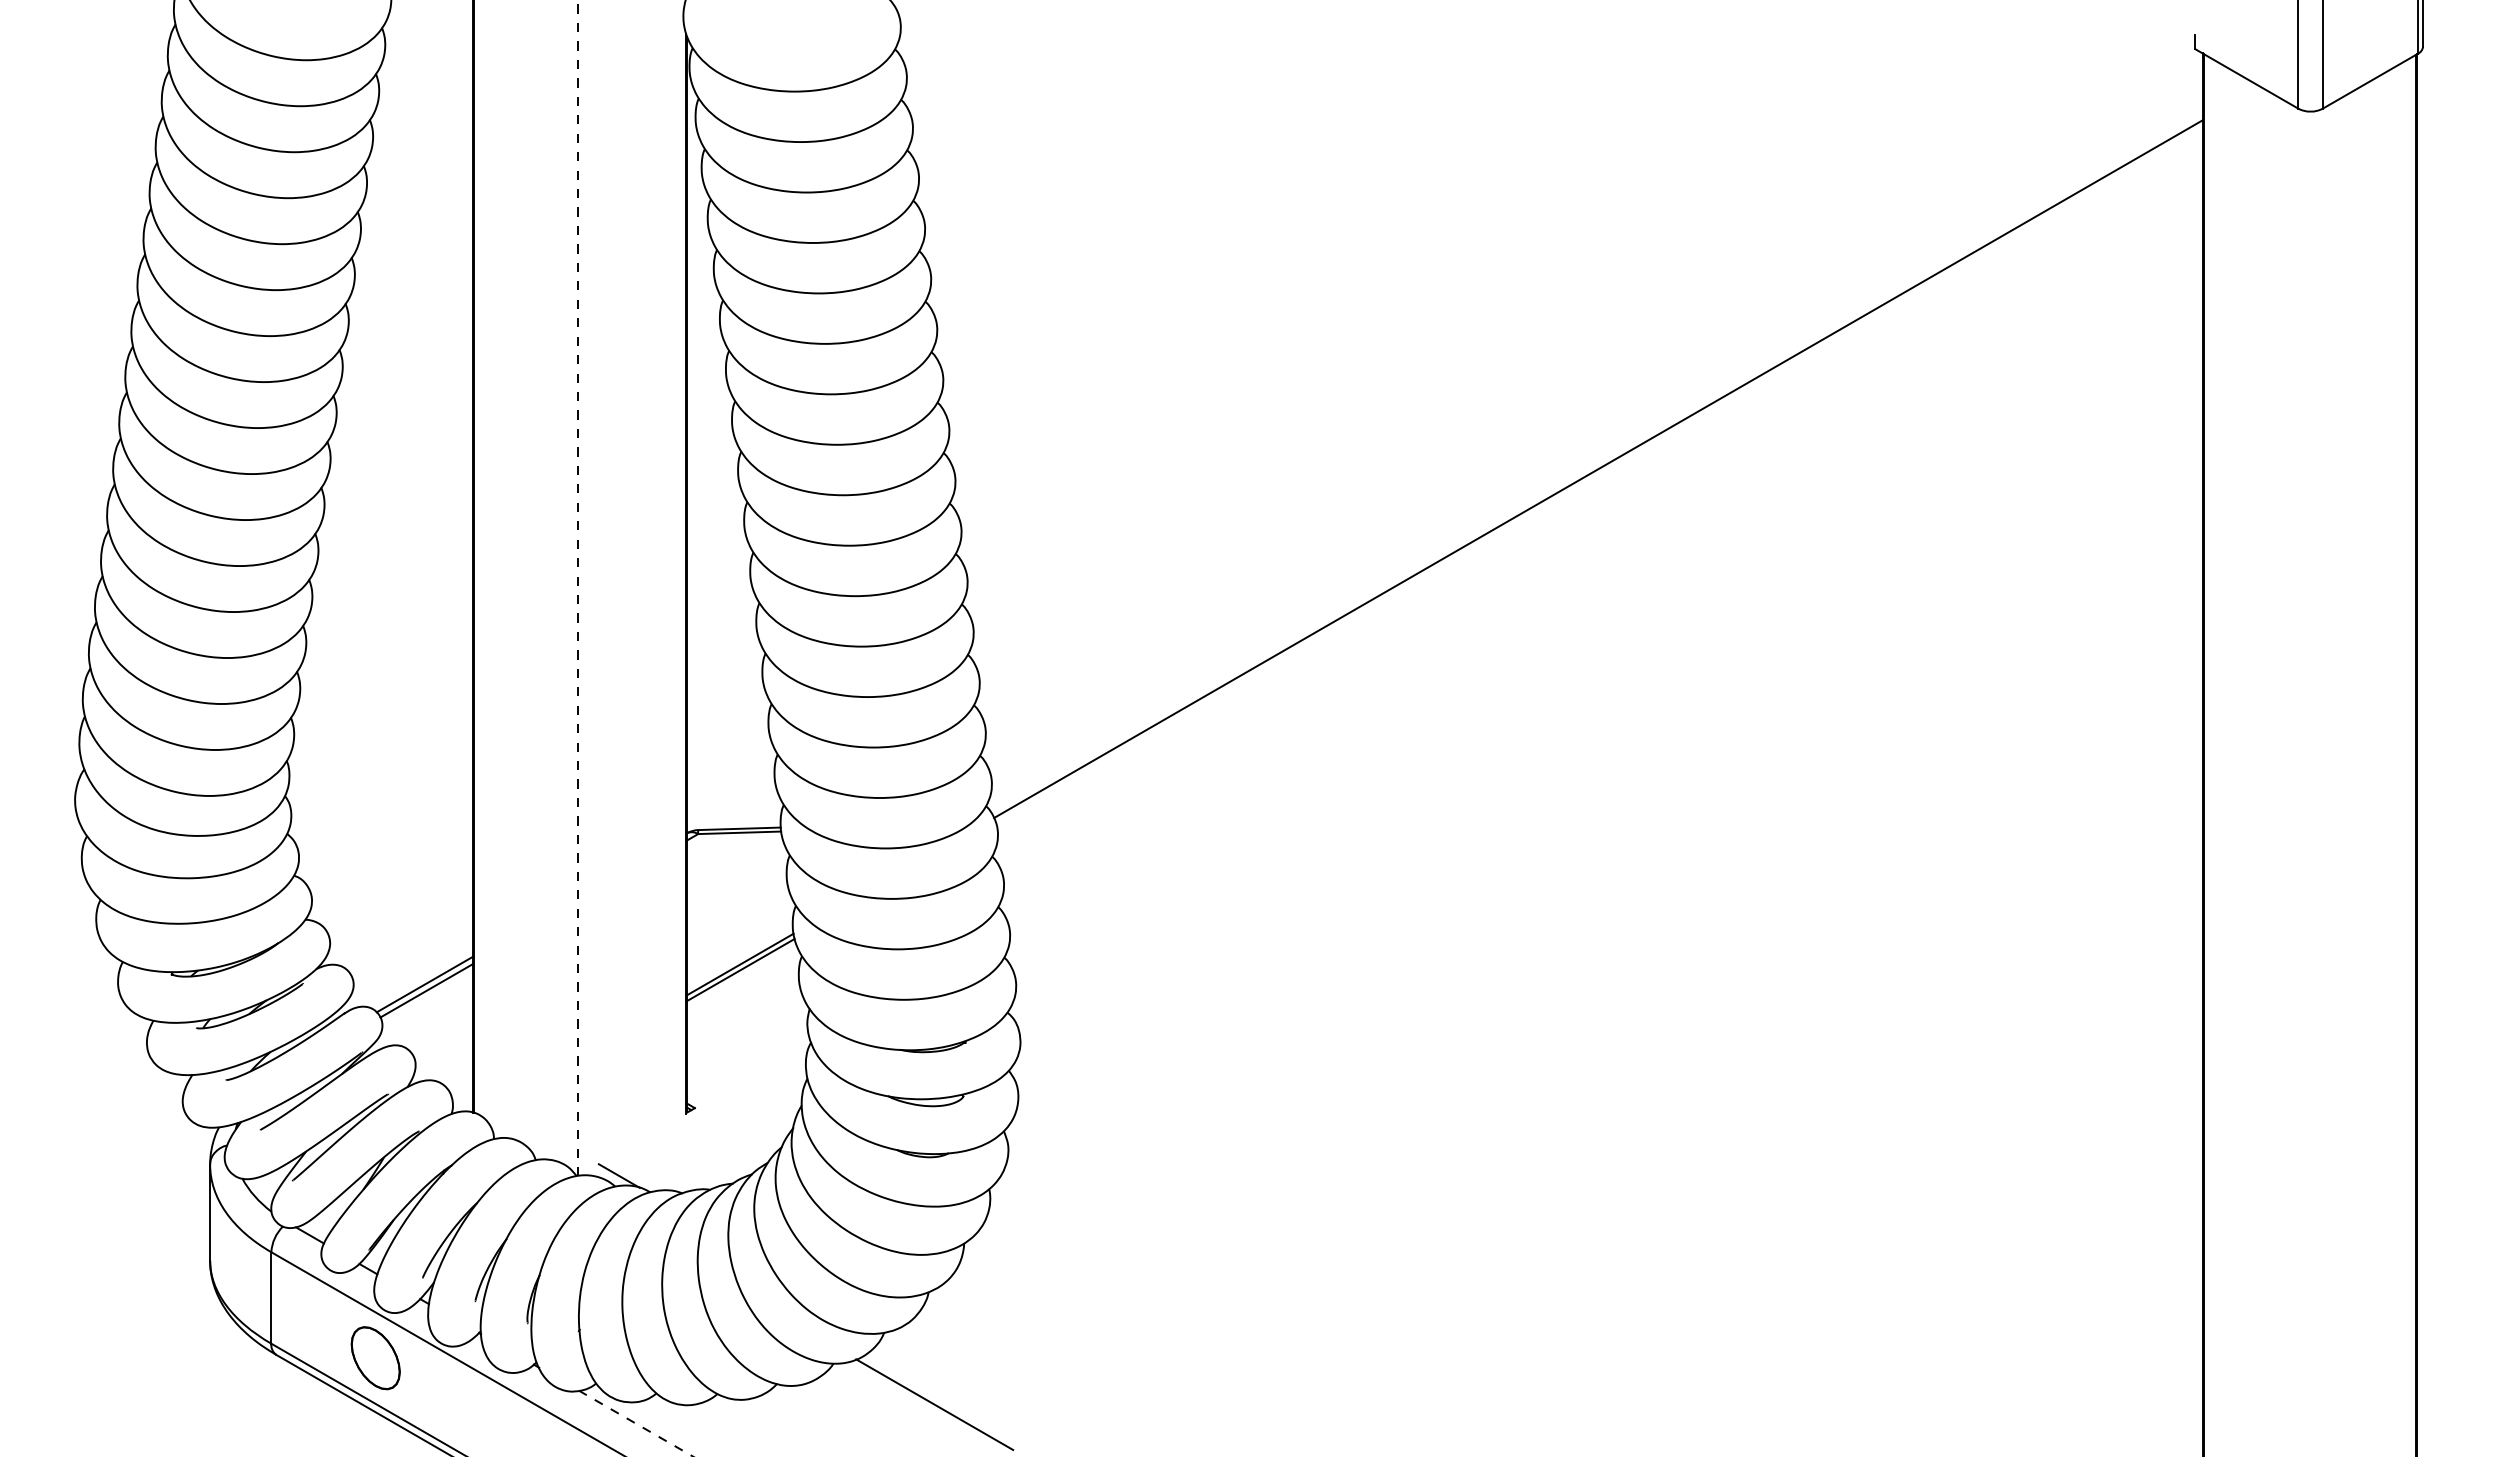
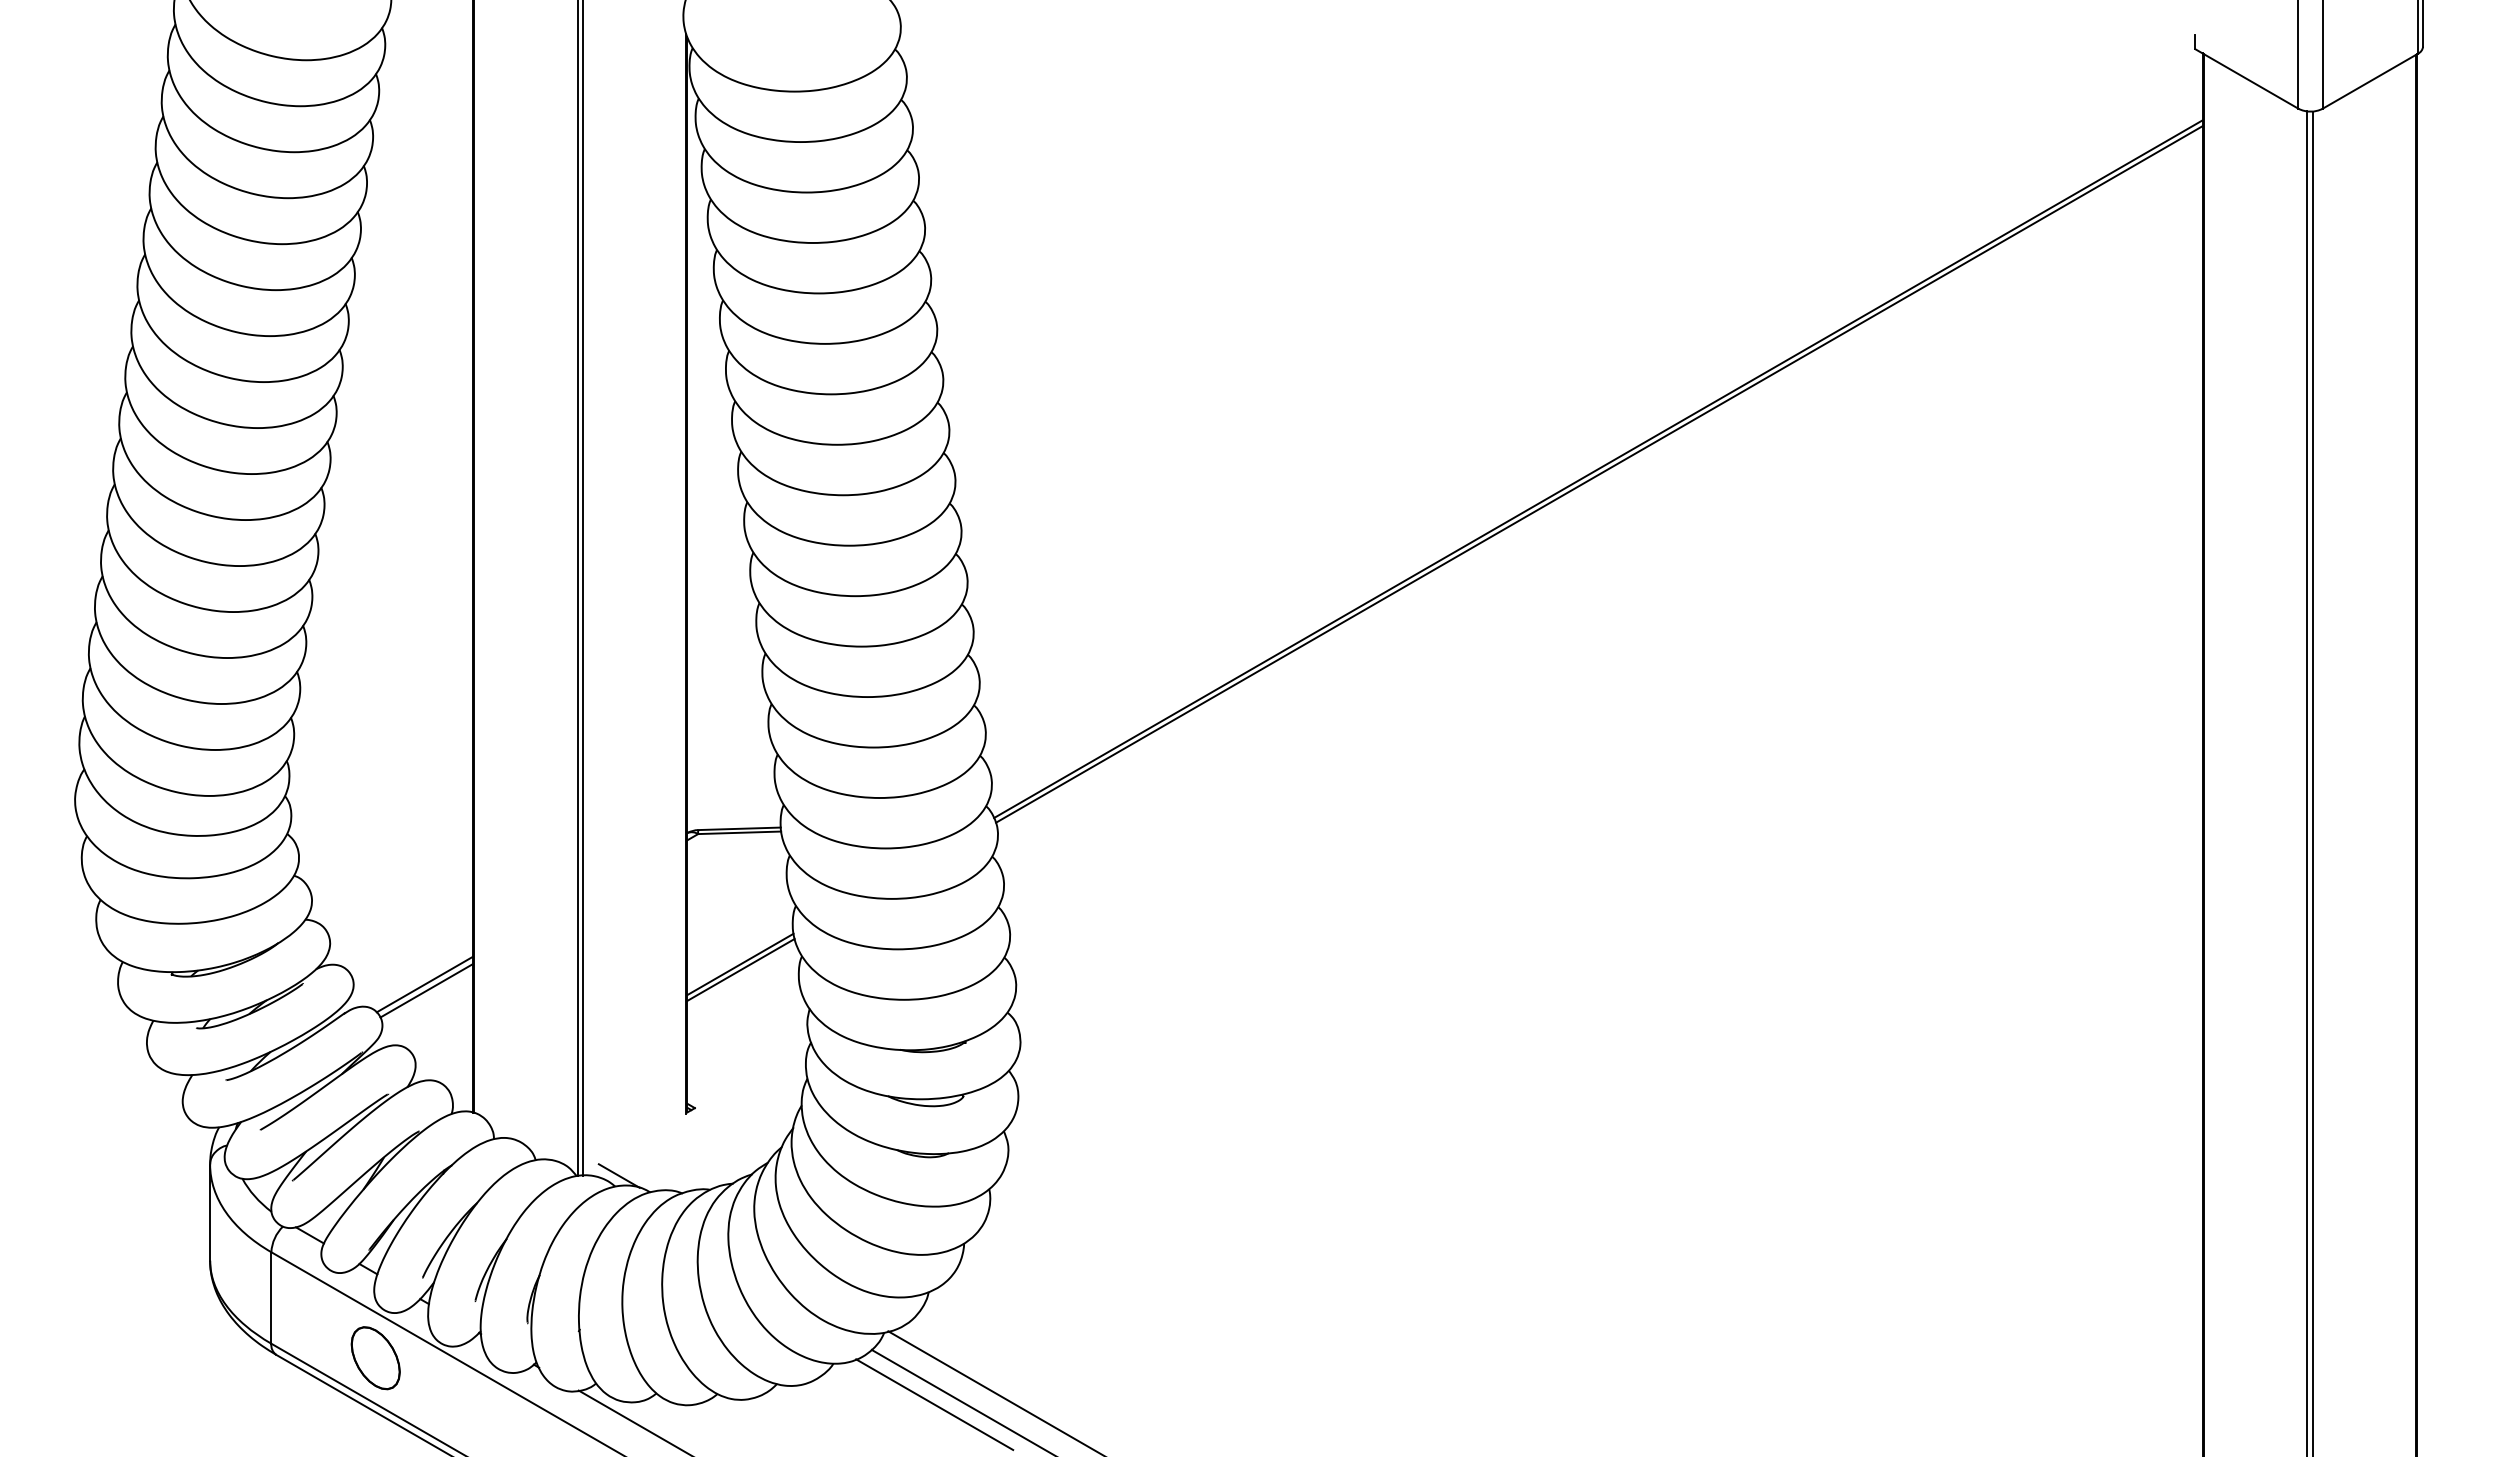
line at (1599, 474): none -> present
line at (577, 588): dashed -> solid
line at (582, 589): none -> present
line at (2307, 782): none -> present
line at (2312, 782): none -> present
line at (994, 1392): none -> present
line at (961, 1401): none -> present
line at (635, 1423): dashed -> solid
